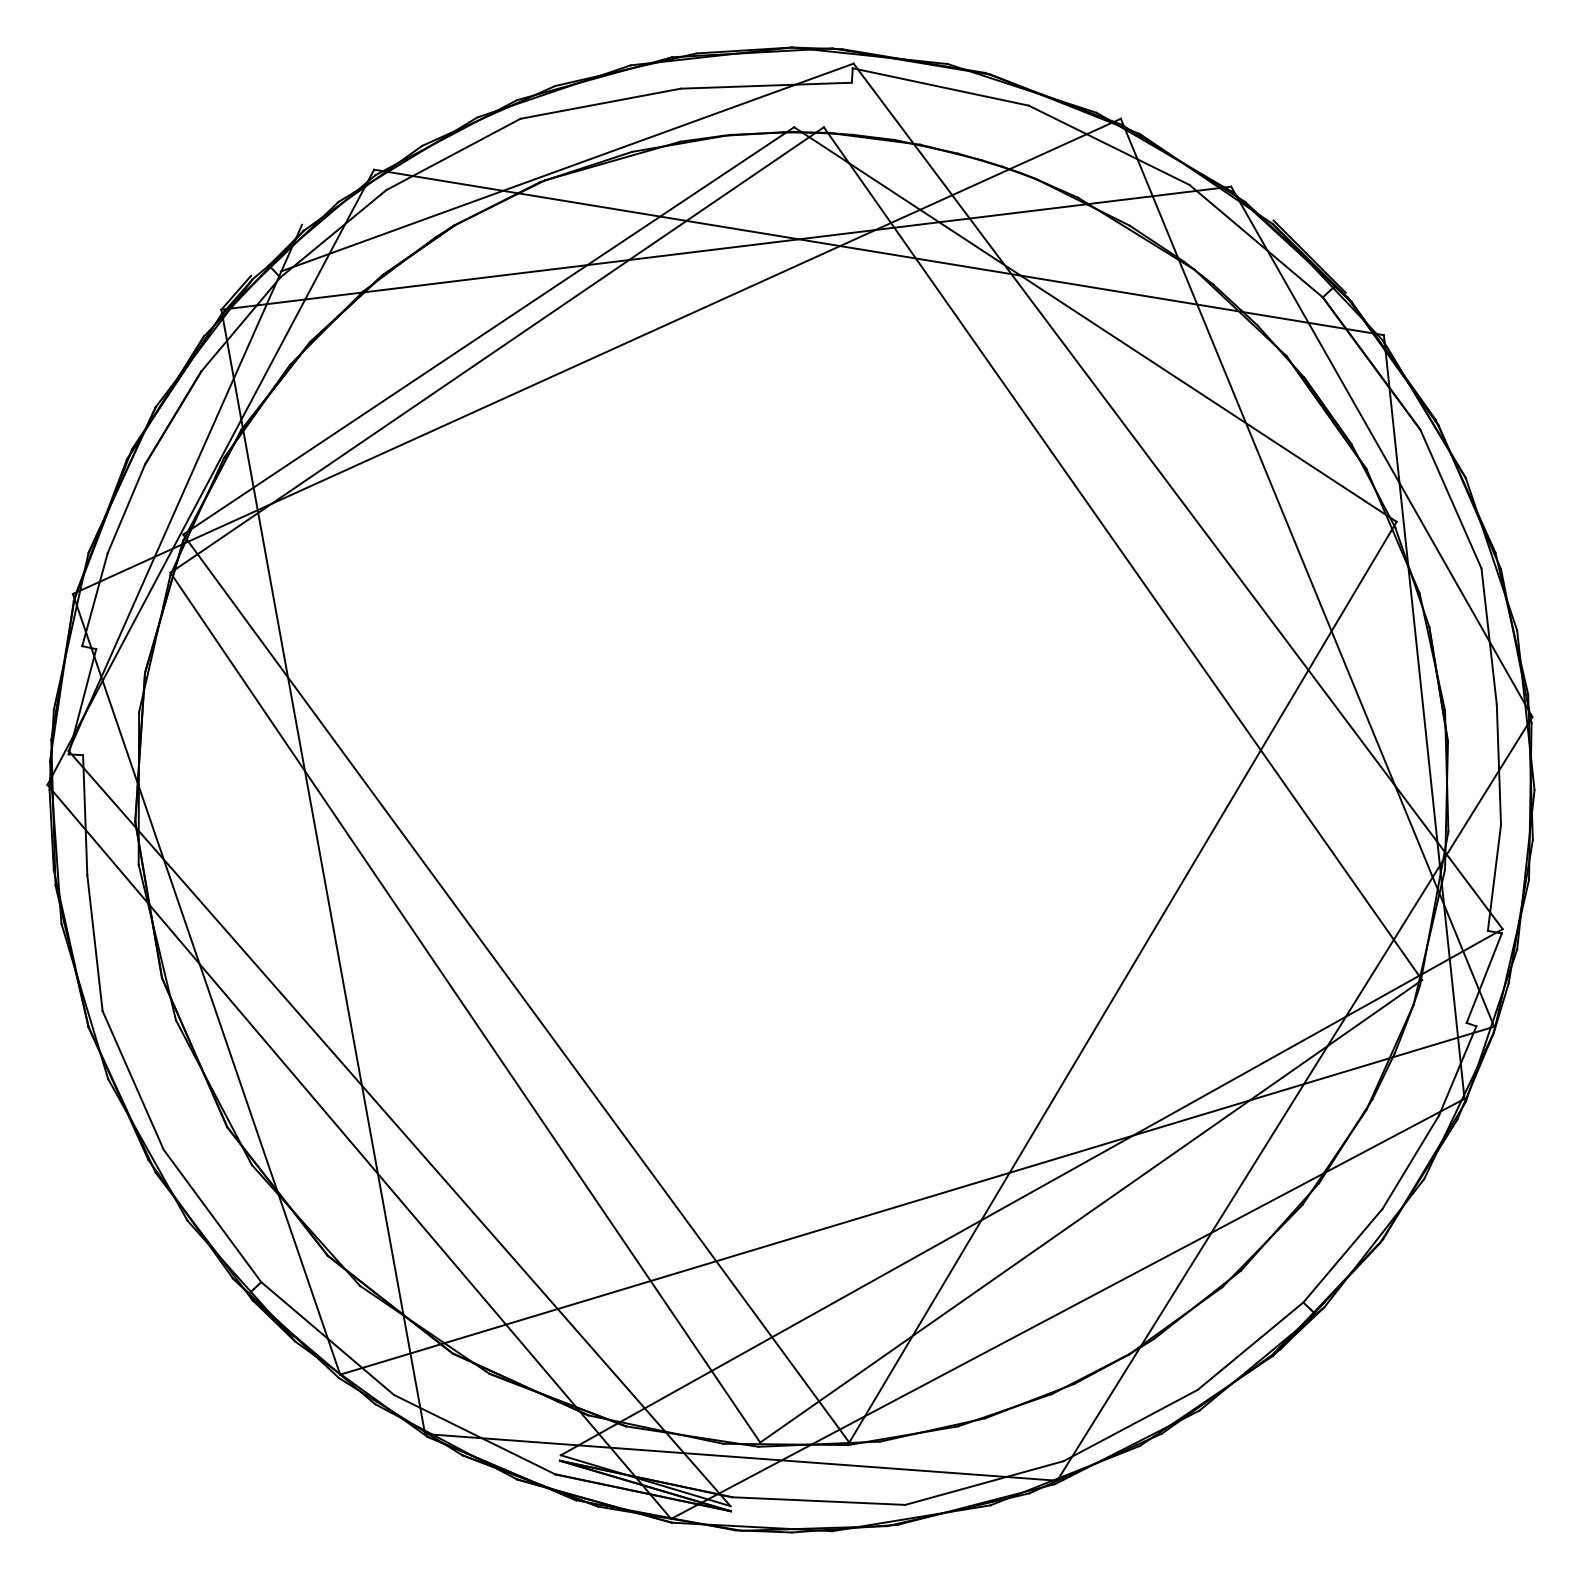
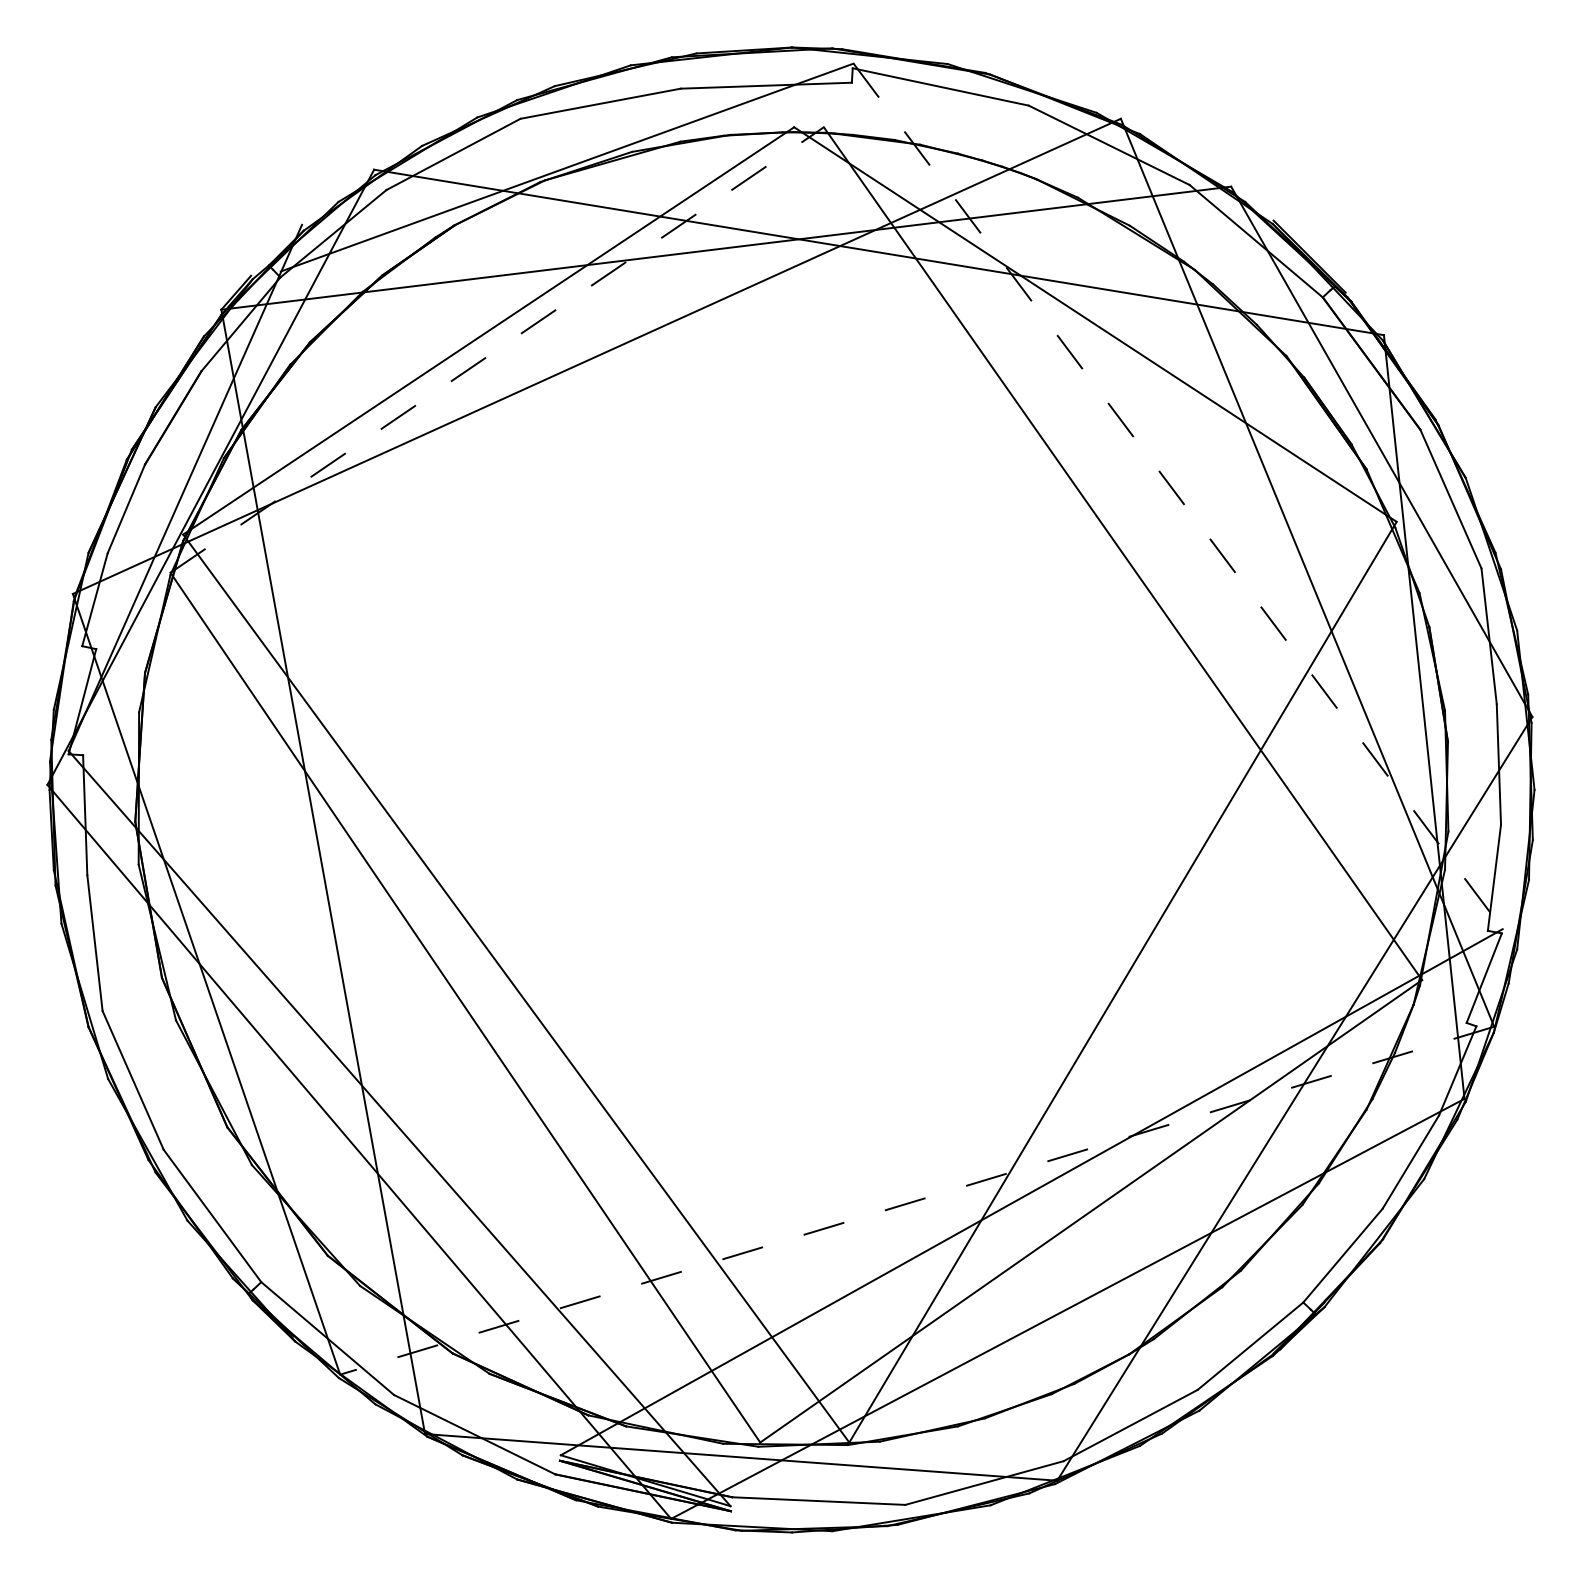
line at (497, 349): solid -> dashed
line at (1178, 496): solid -> dashed
line at (917, 1200): solid -> dashed
